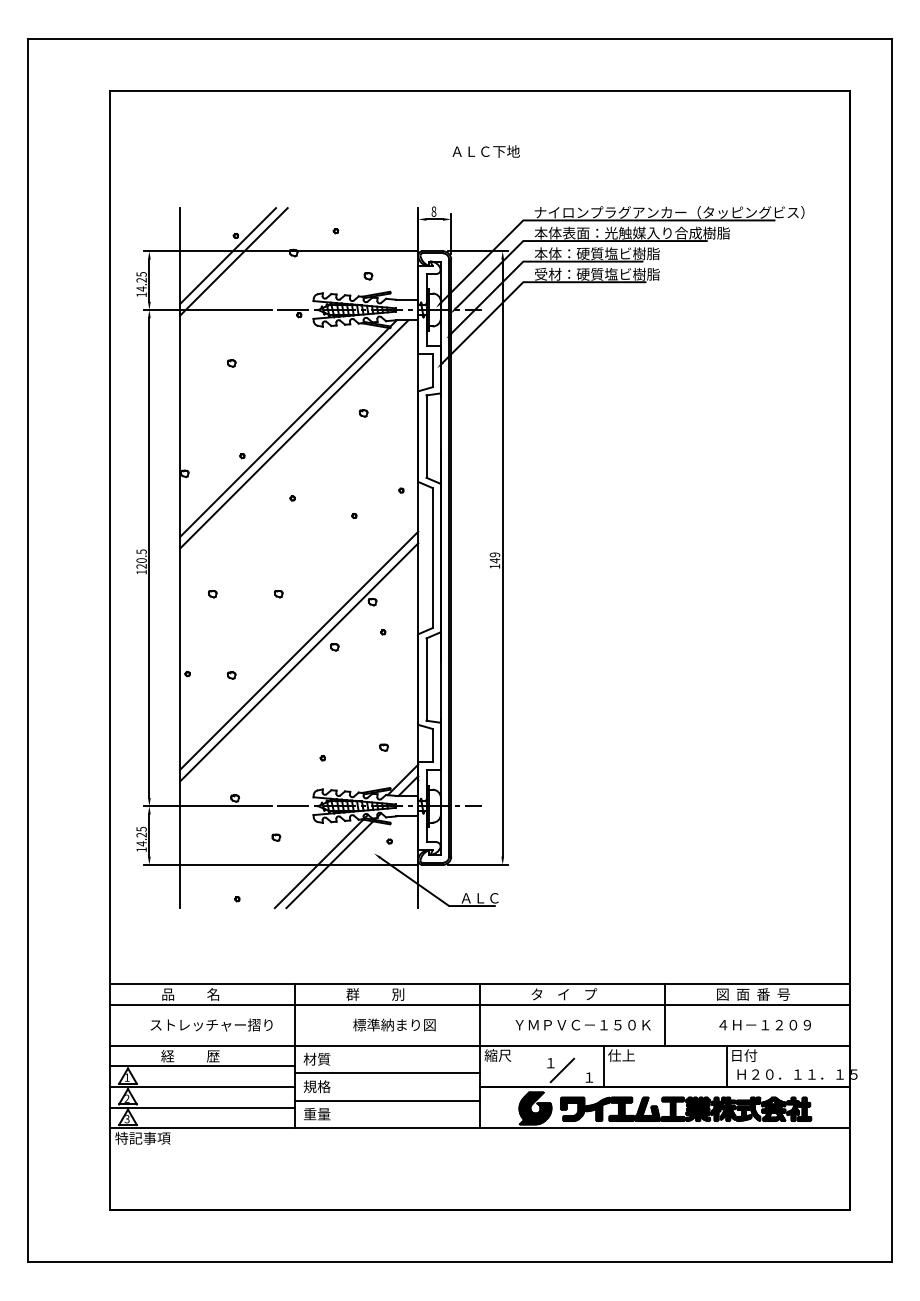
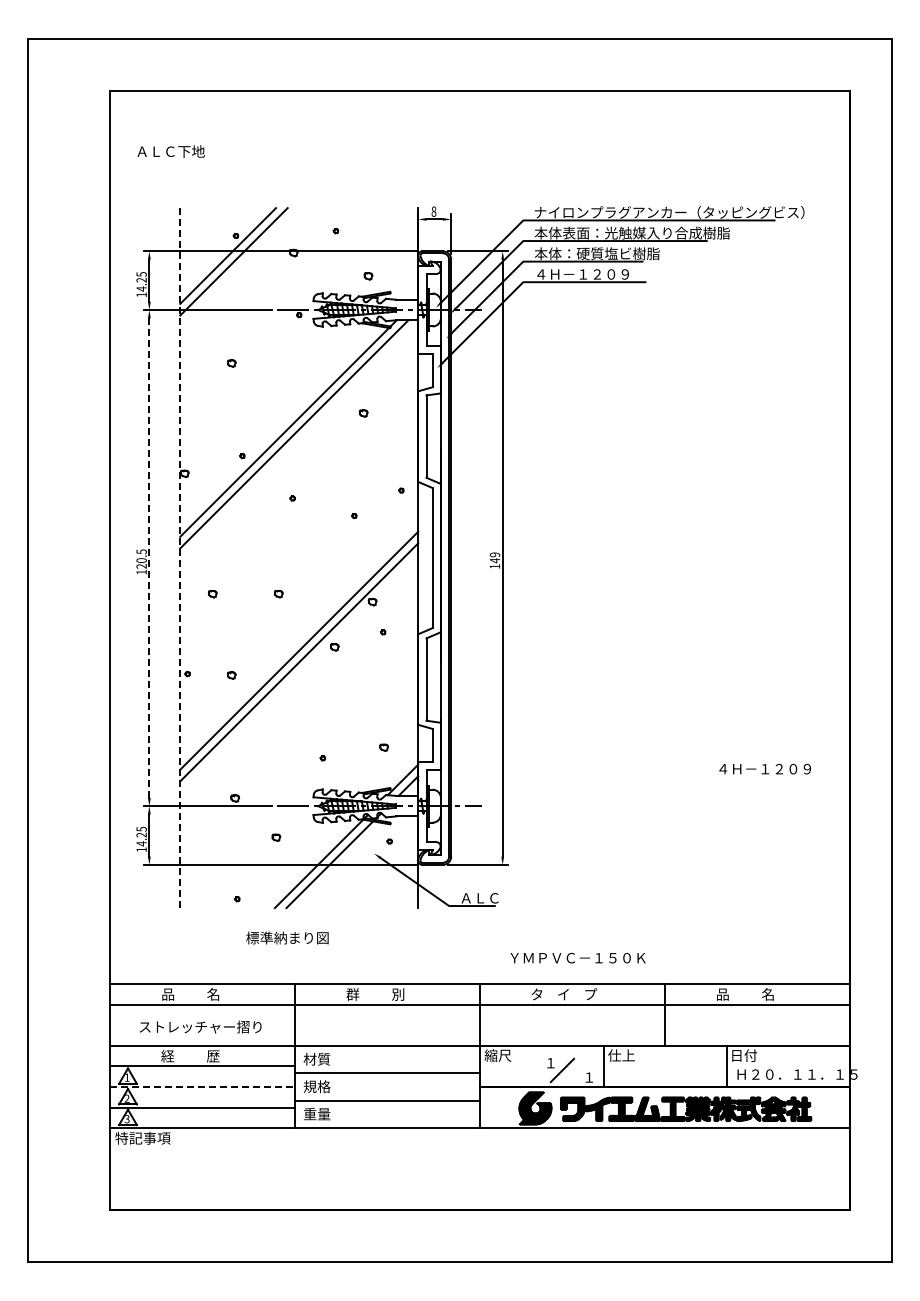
text at (485, 151) position: (485, 151) -> (170, 151)
text at (597, 273): 受材：硬質塩ビ樹脂 -> ４Ｈ－１２０９
line at (149, 558): solid -> dashed
line at (180, 558): solid -> dashed
text at (753, 994): 図  面  番  号 -> 品          名
text at (211, 1024) position: (211, 1024) -> (200, 1026)
text at (394, 1024) position: (394, 1024) -> (287, 937)
text at (764, 1024) position: (764, 1024) -> (764, 768)
text at (582, 1025) position: (582, 1025) -> (577, 958)
line at (202, 1086): solid -> dashed
